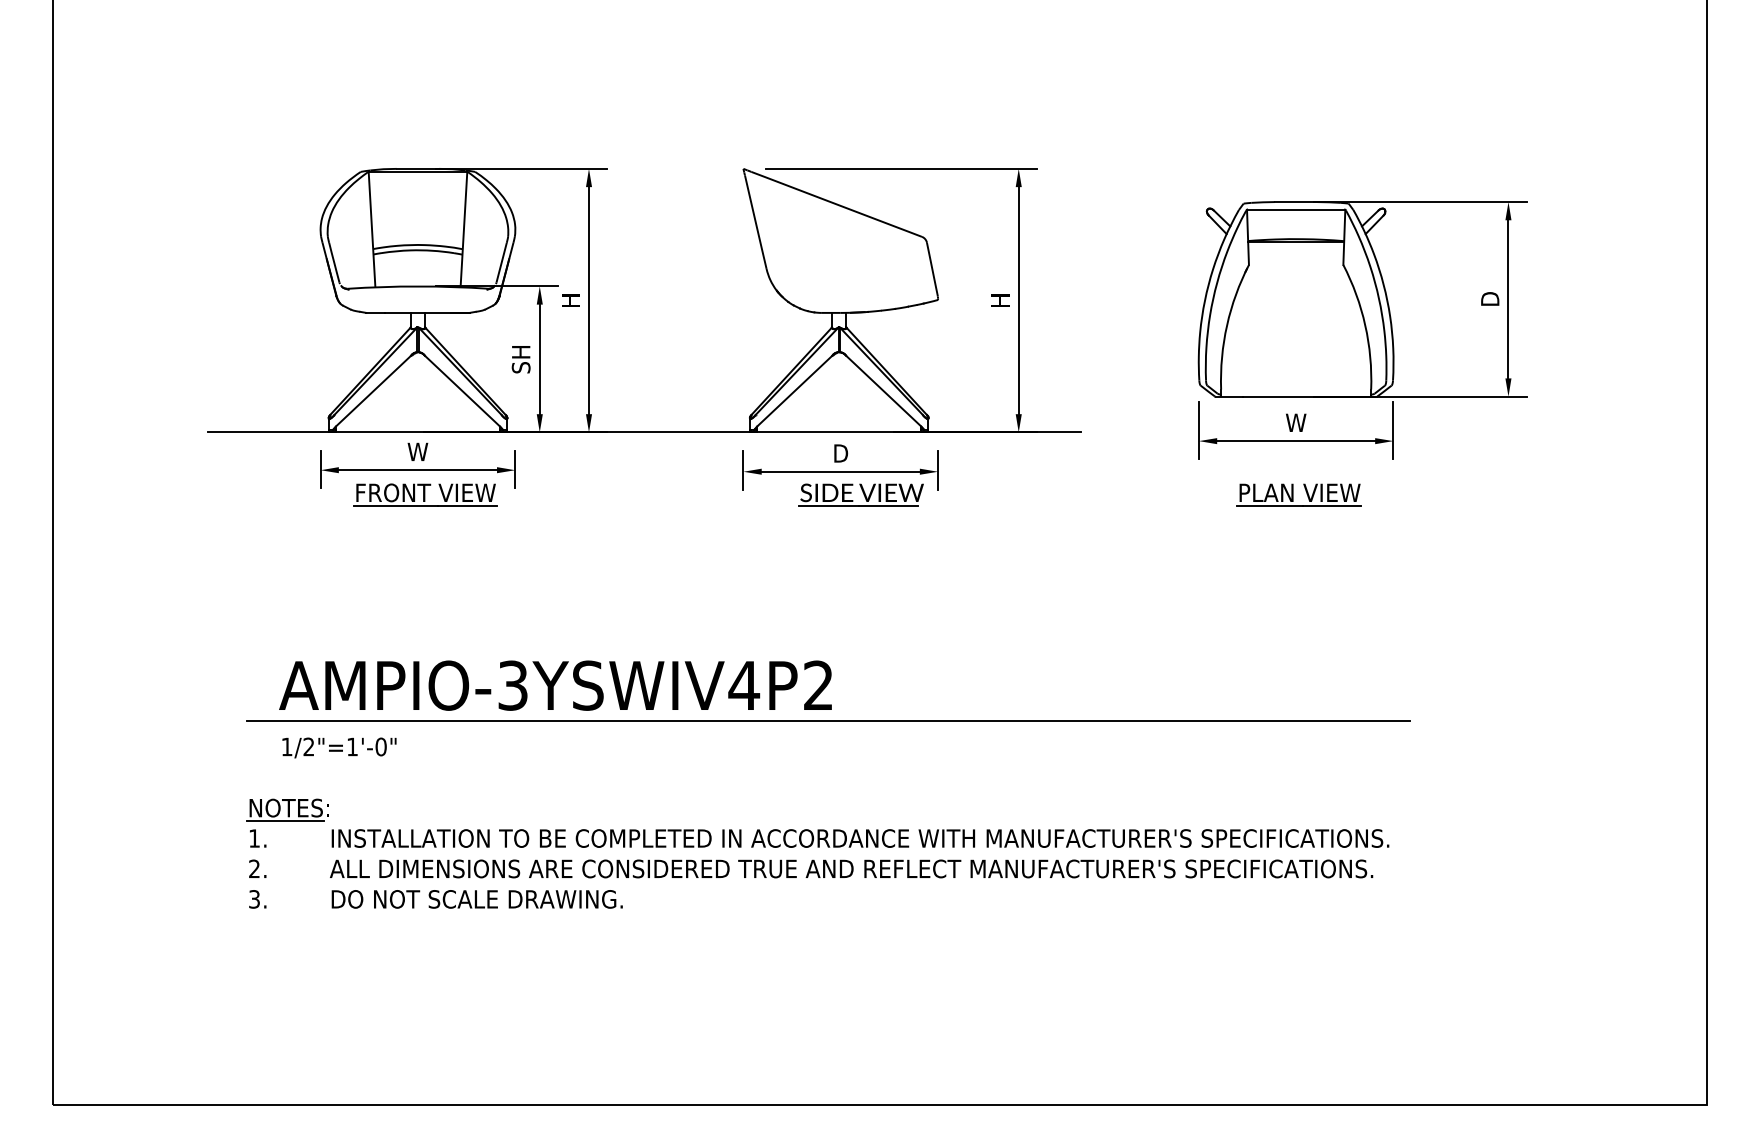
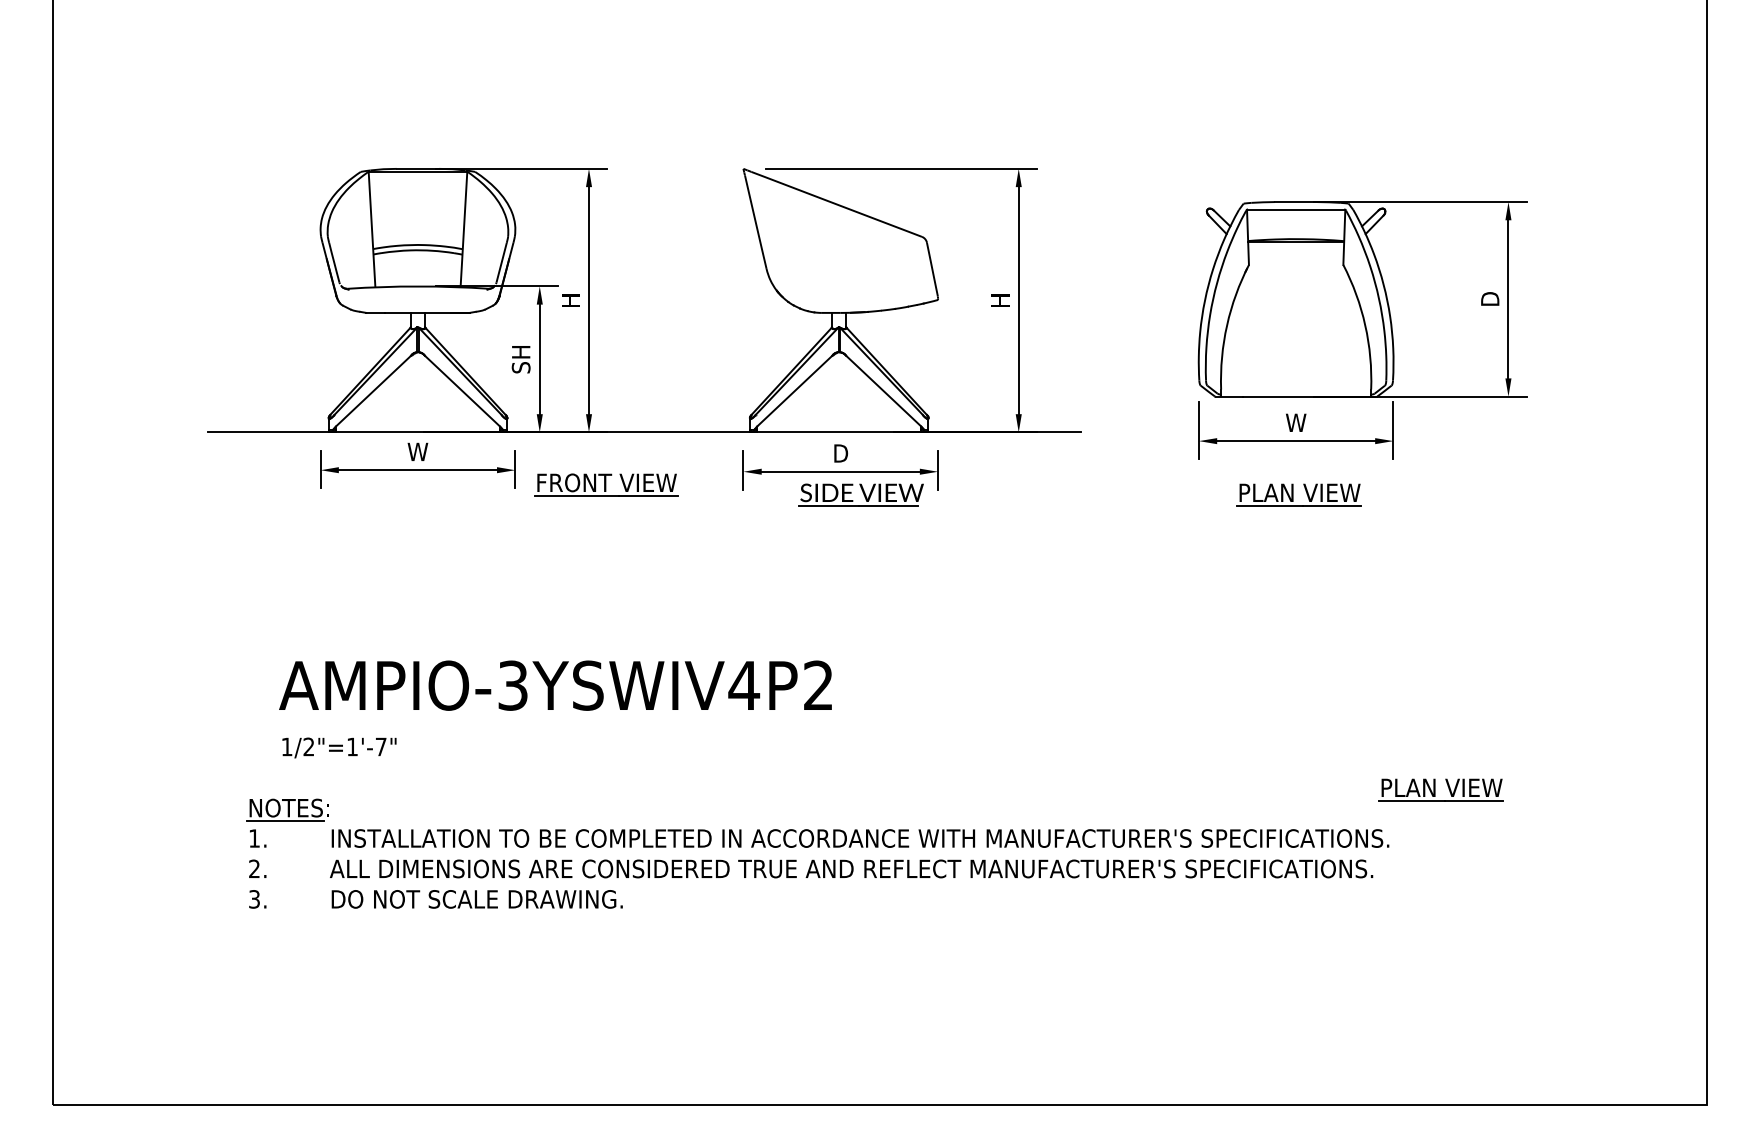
part at (425, 494) position: (425, 494) -> (606, 484)
line at (828, 721): present -> none
text at (380, 746): 1/2"=1'-0" -> 1/2"=1'-7"
part at (1440, 789): none -> present
